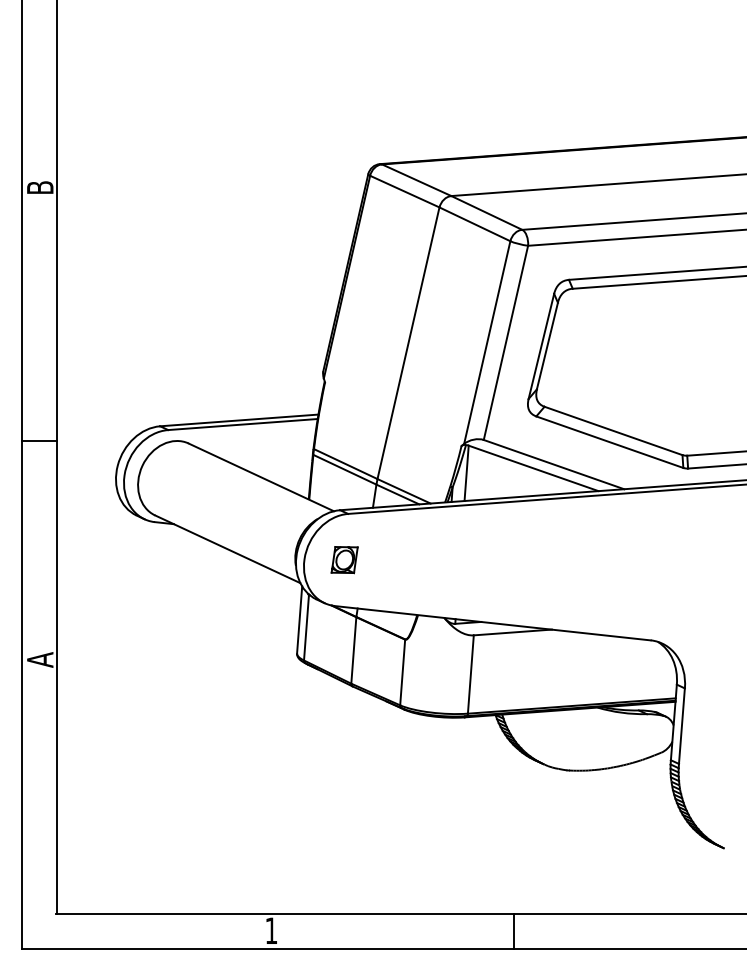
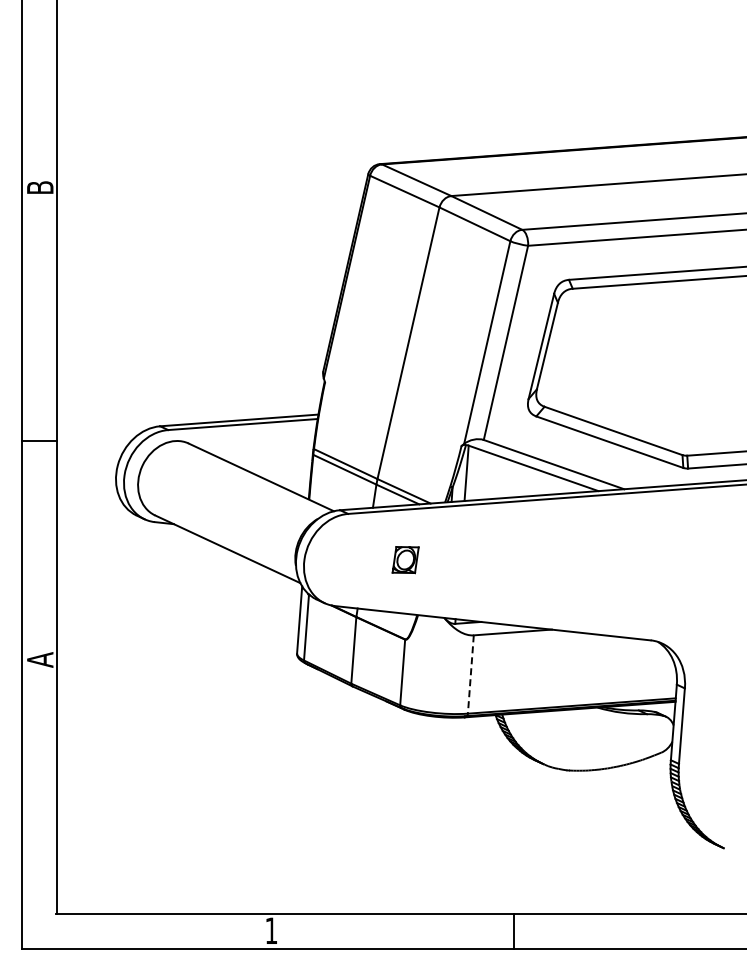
part at (344, 560) position: (344, 560) -> (405, 560)
line at (470, 675): solid -> dashed
